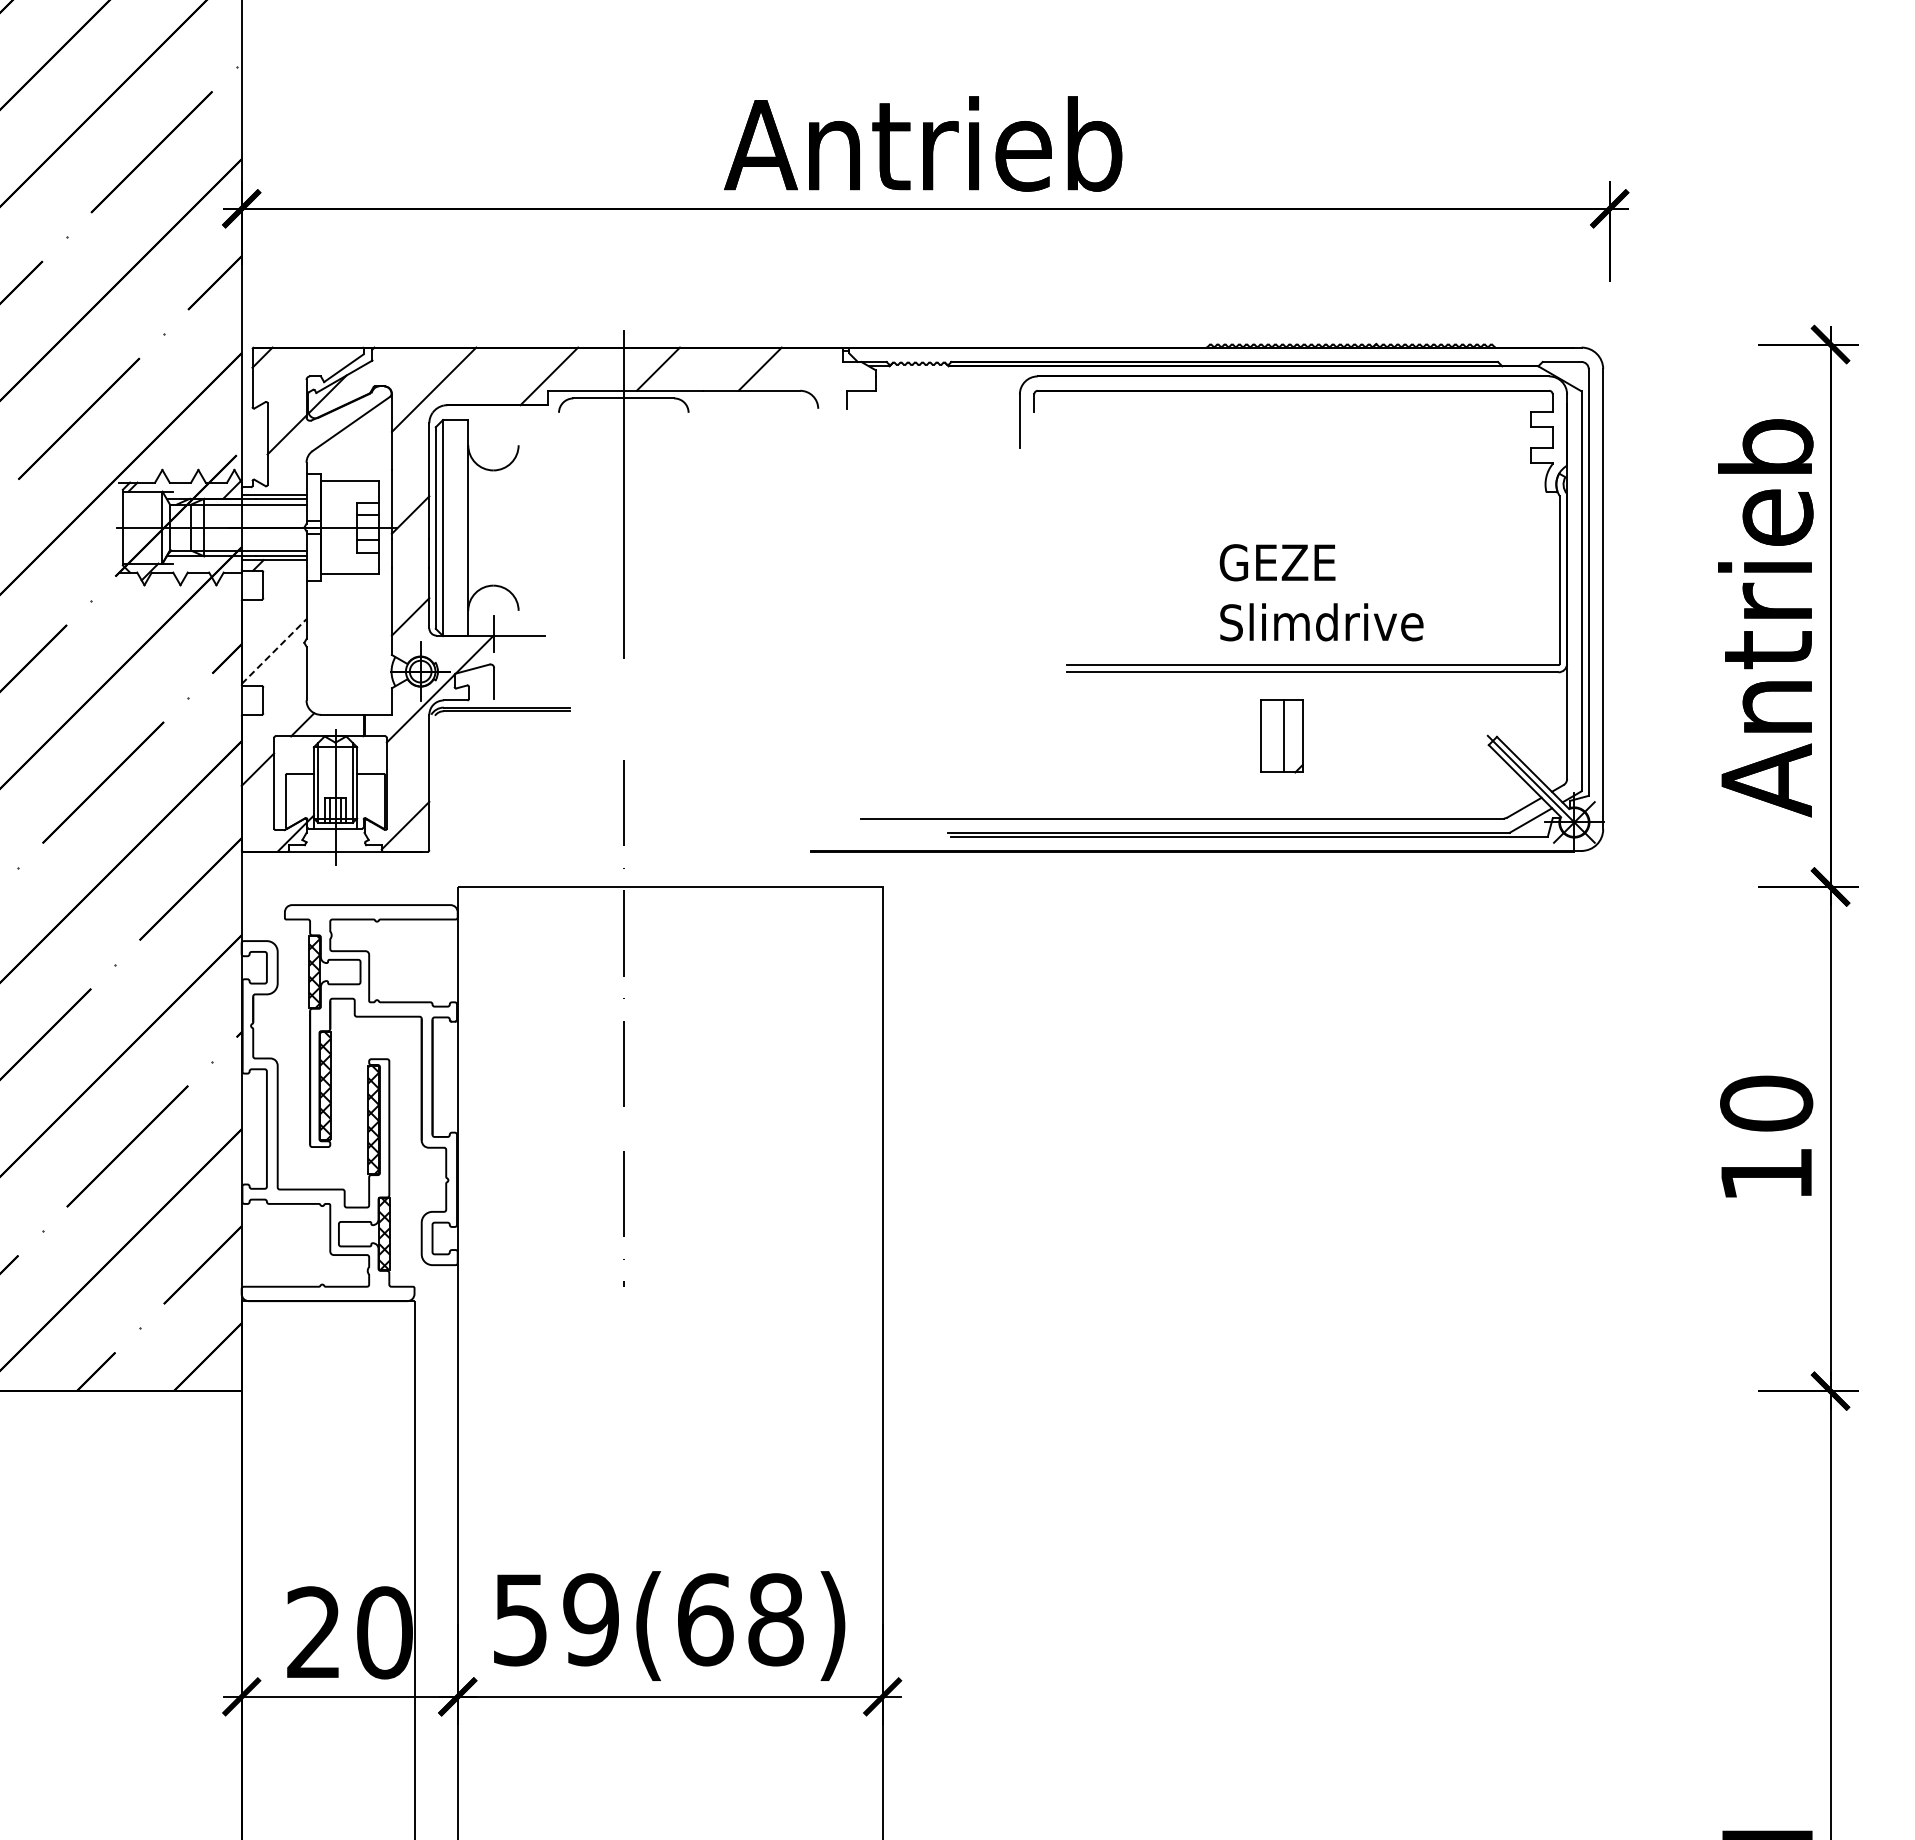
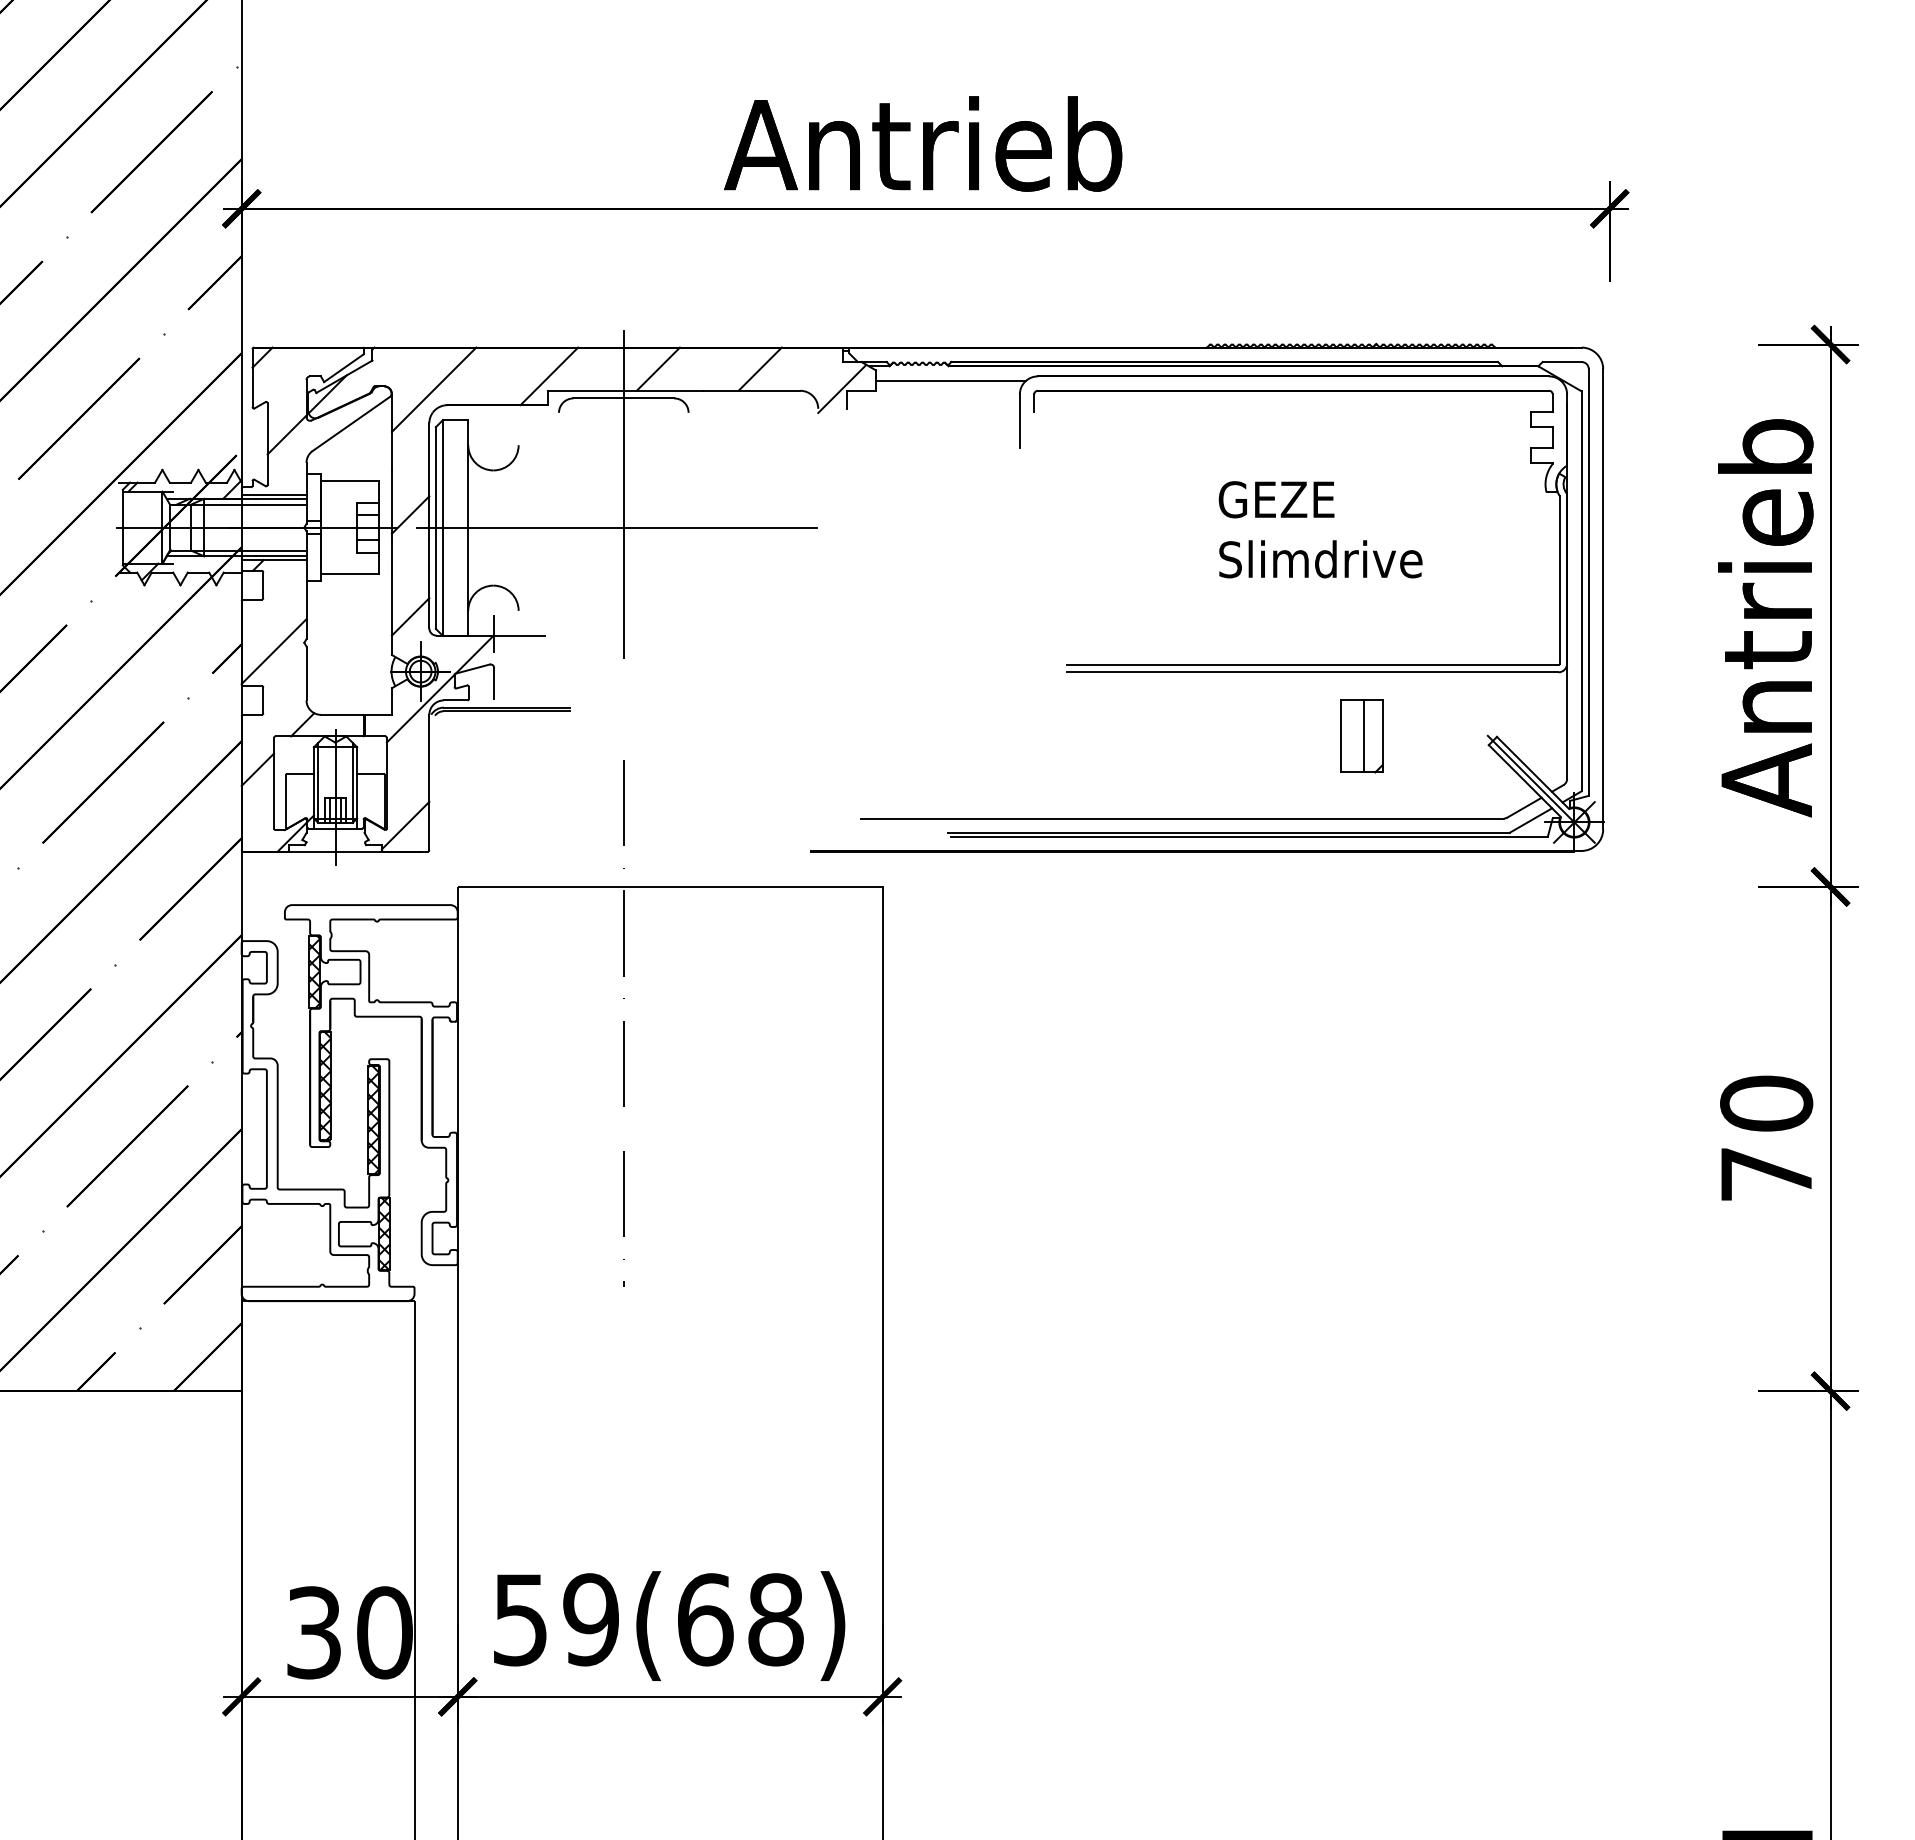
line at (950, 380): none -> present
line at (842, 388): none -> present
line at (616, 527): none -> present
text at (1321, 592) position: (1321, 592) -> (1320, 529)
line at (274, 651): dashed -> solid
part at (1281, 736) position: (1281, 736) -> (1361, 736)
text at (1766, 1174): 10 -> 70
text at (313, 1632): 20 -> 30
